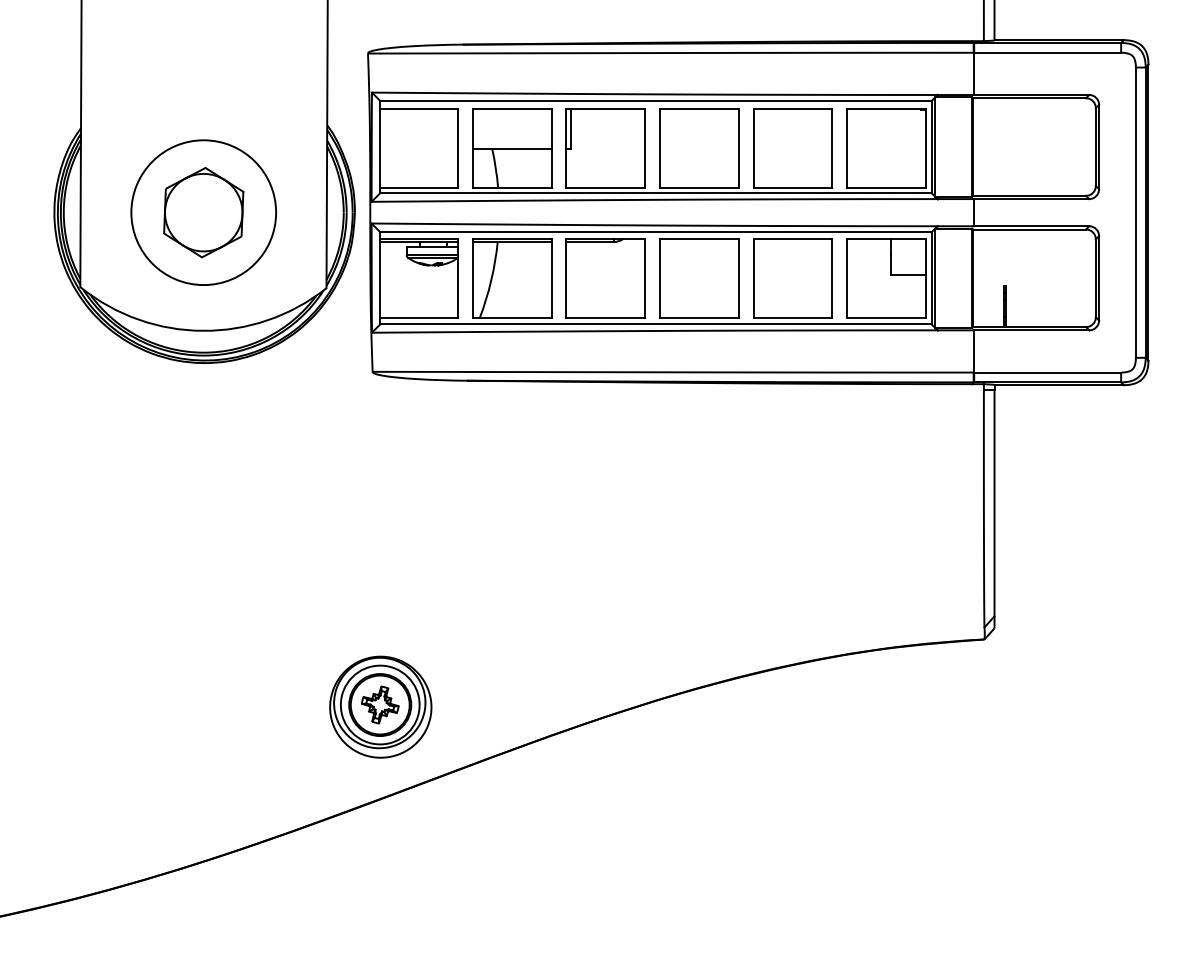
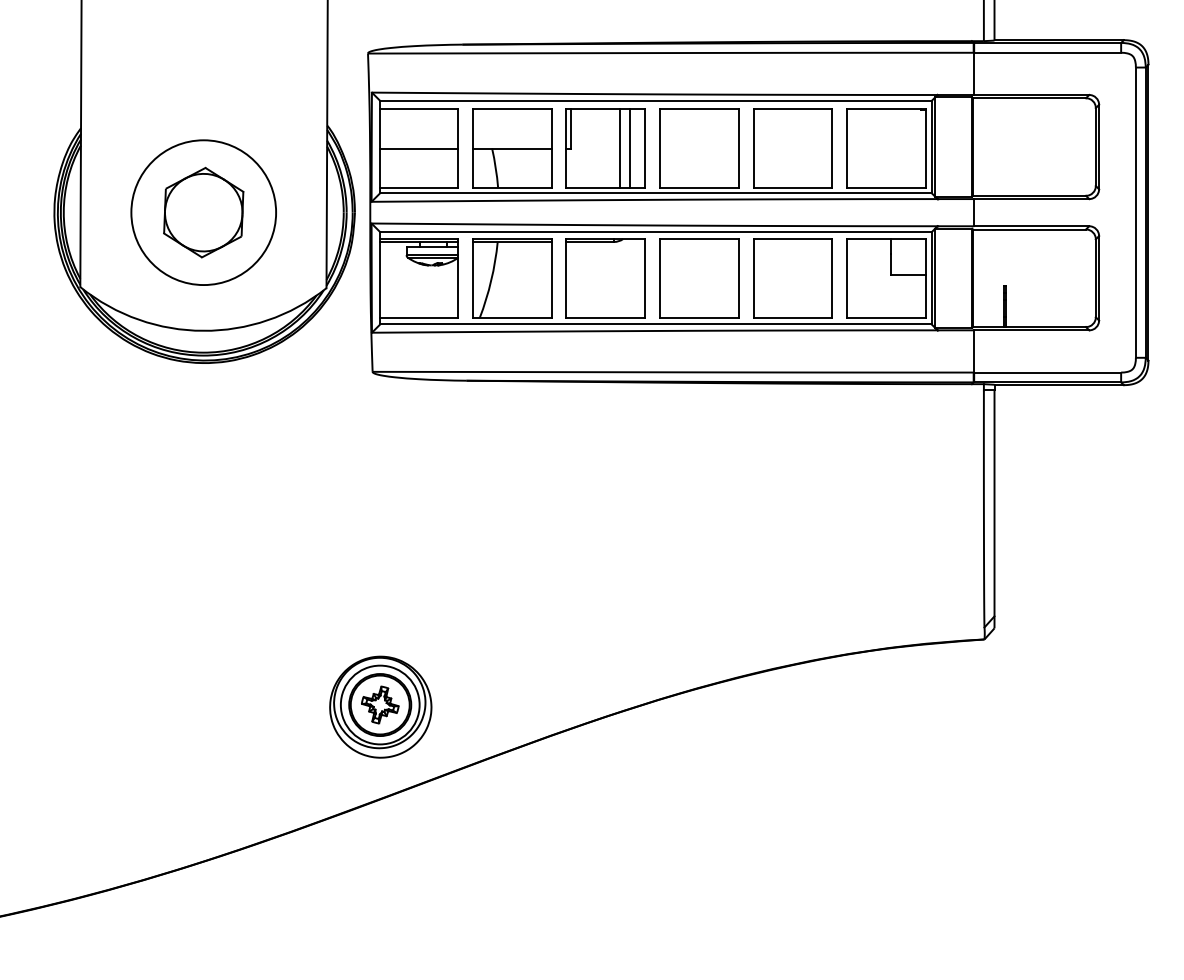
line at (620, 147): none -> present
line at (629, 147): none -> present
line at (419, 148): none -> present
